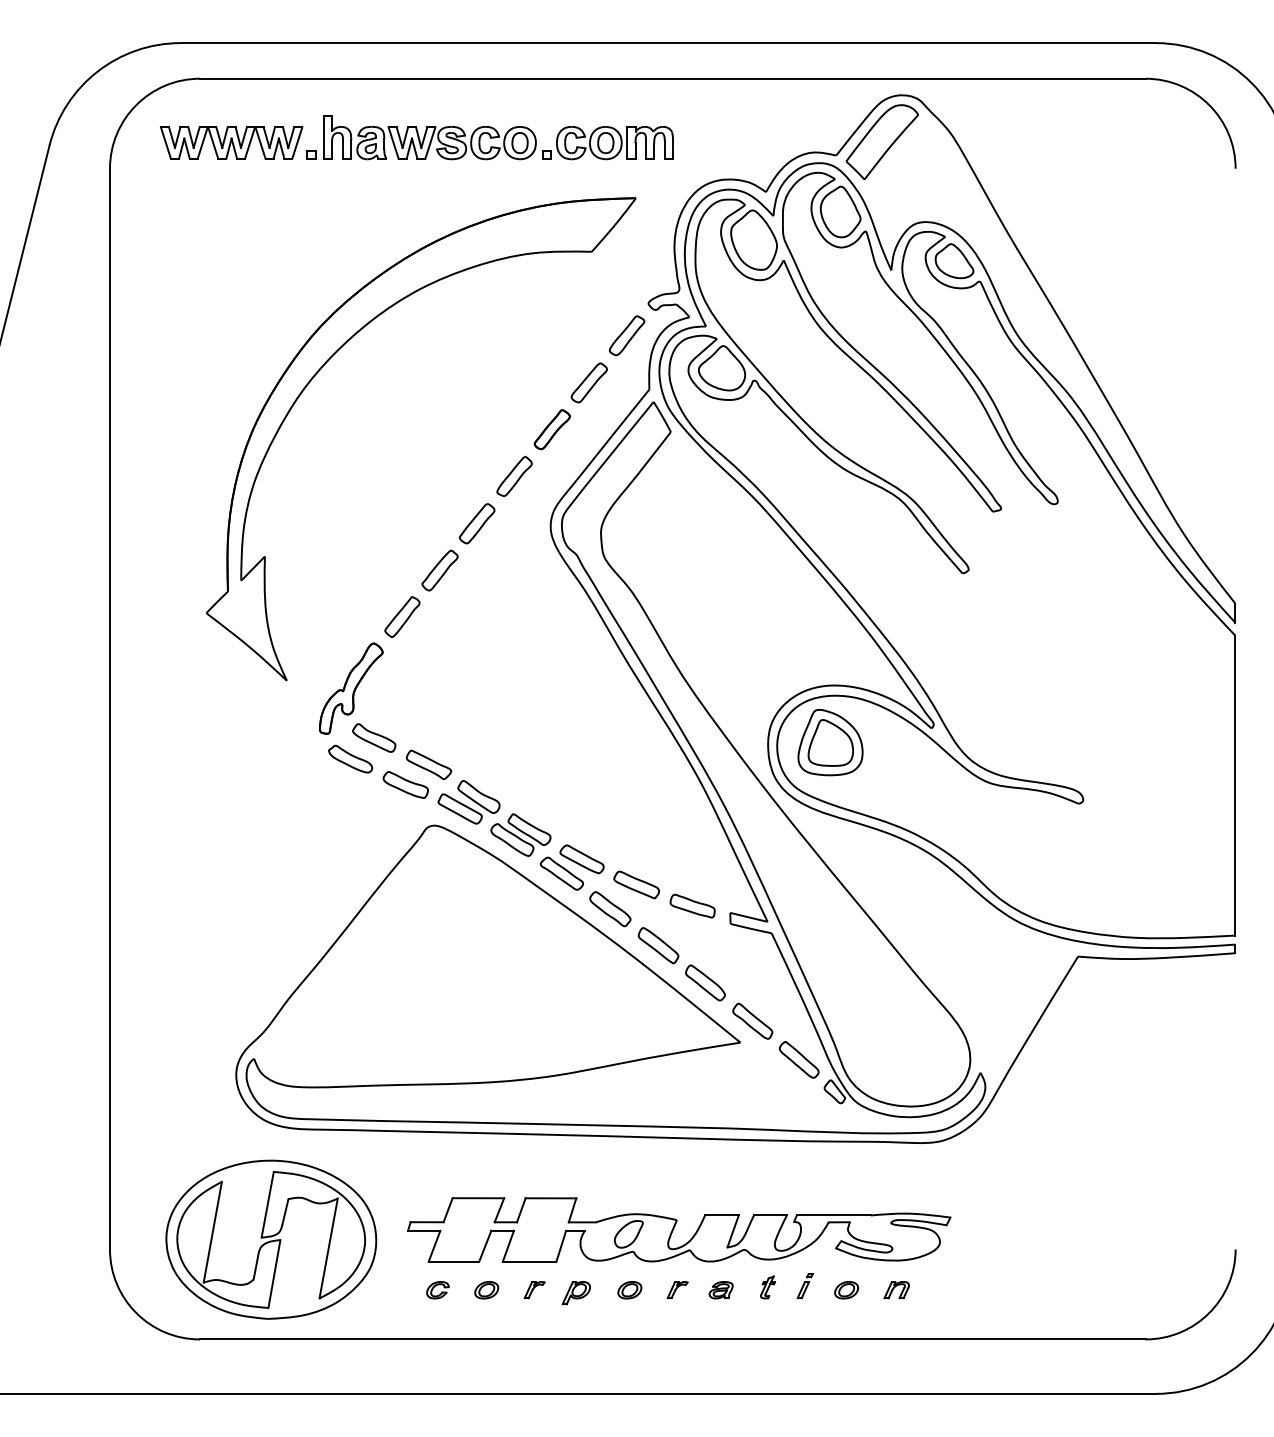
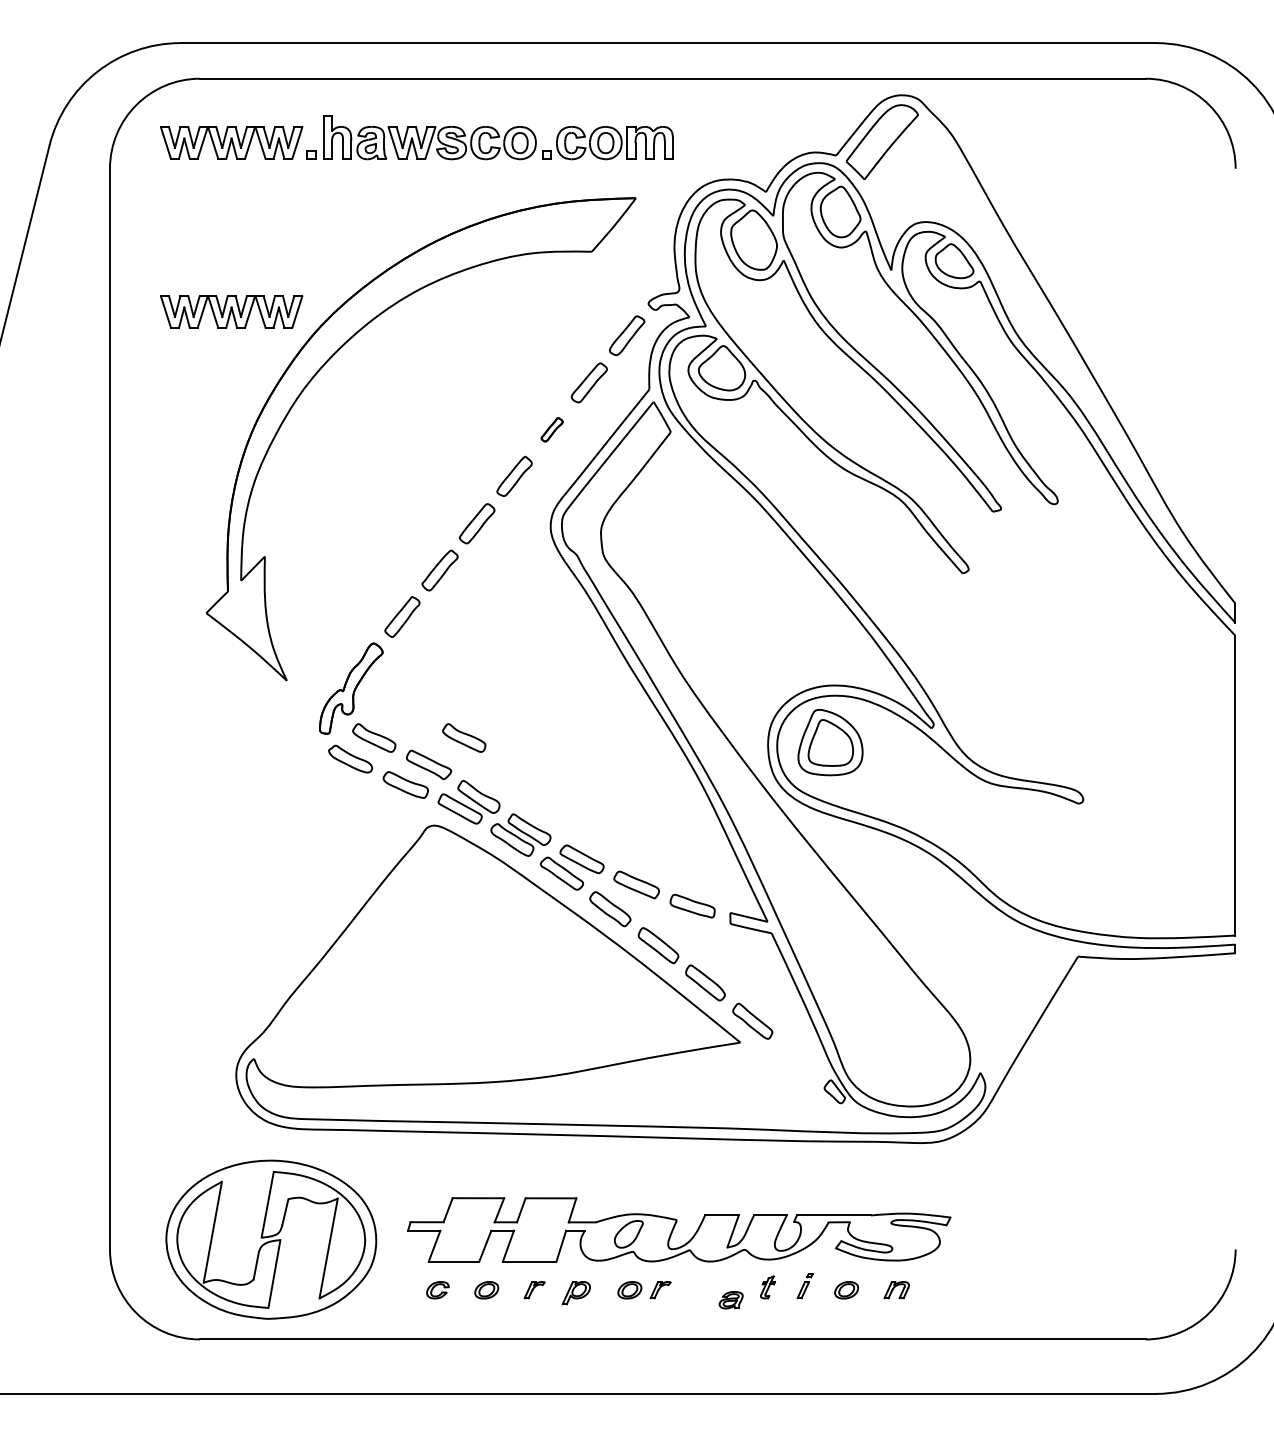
part at (231, 311): none -> present
part at (551, 429) size: 38x42 px -> 24x26 px
part at (464, 737): none -> present
part at (798, 1059): present -> none
part at (677, 1290) position: (677, 1290) -> (660, 1290)
part at (720, 1290) position: (720, 1290) -> (730, 1300)
